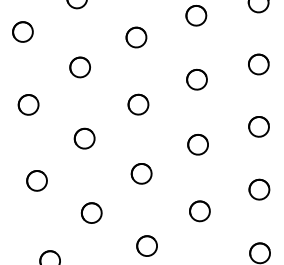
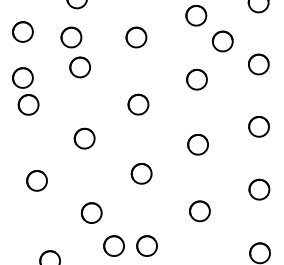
part at (71, 37): none -> present
part at (222, 41): none -> present
part at (22, 77): none -> present
part at (113, 245): none -> present
